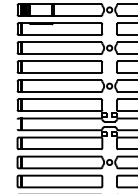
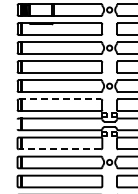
line at (60, 99): solid -> dashed
line at (59, 149): solid -> dashed
